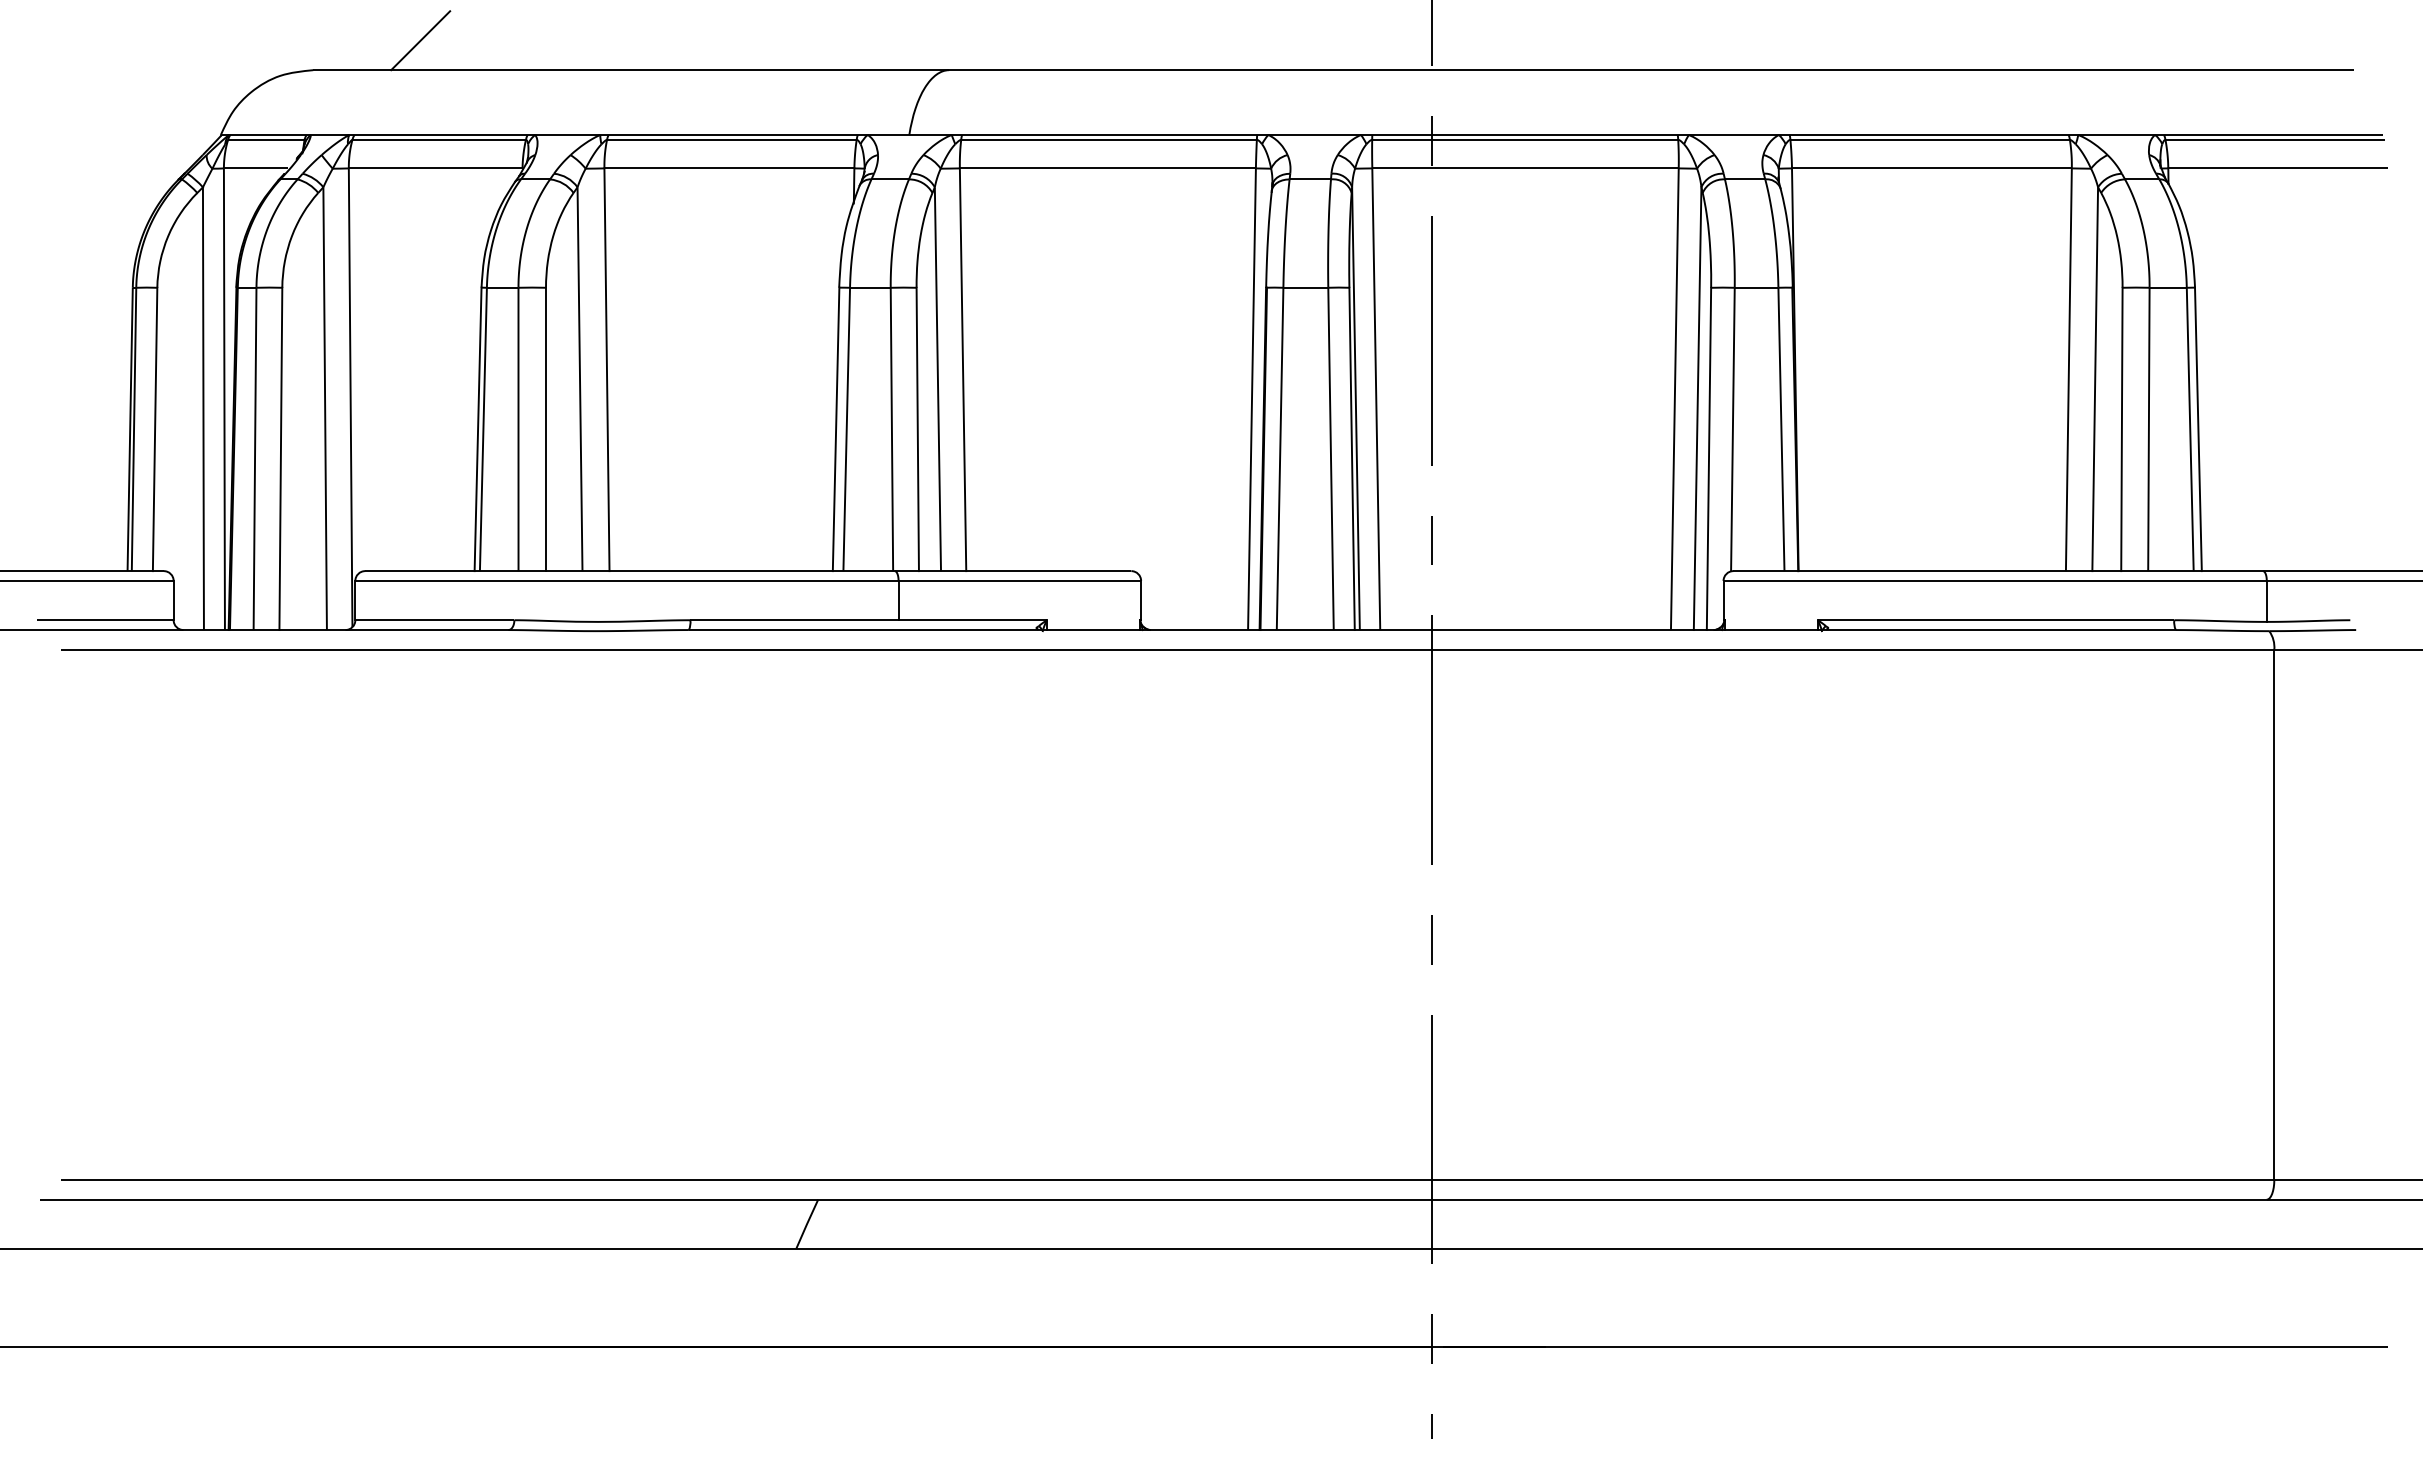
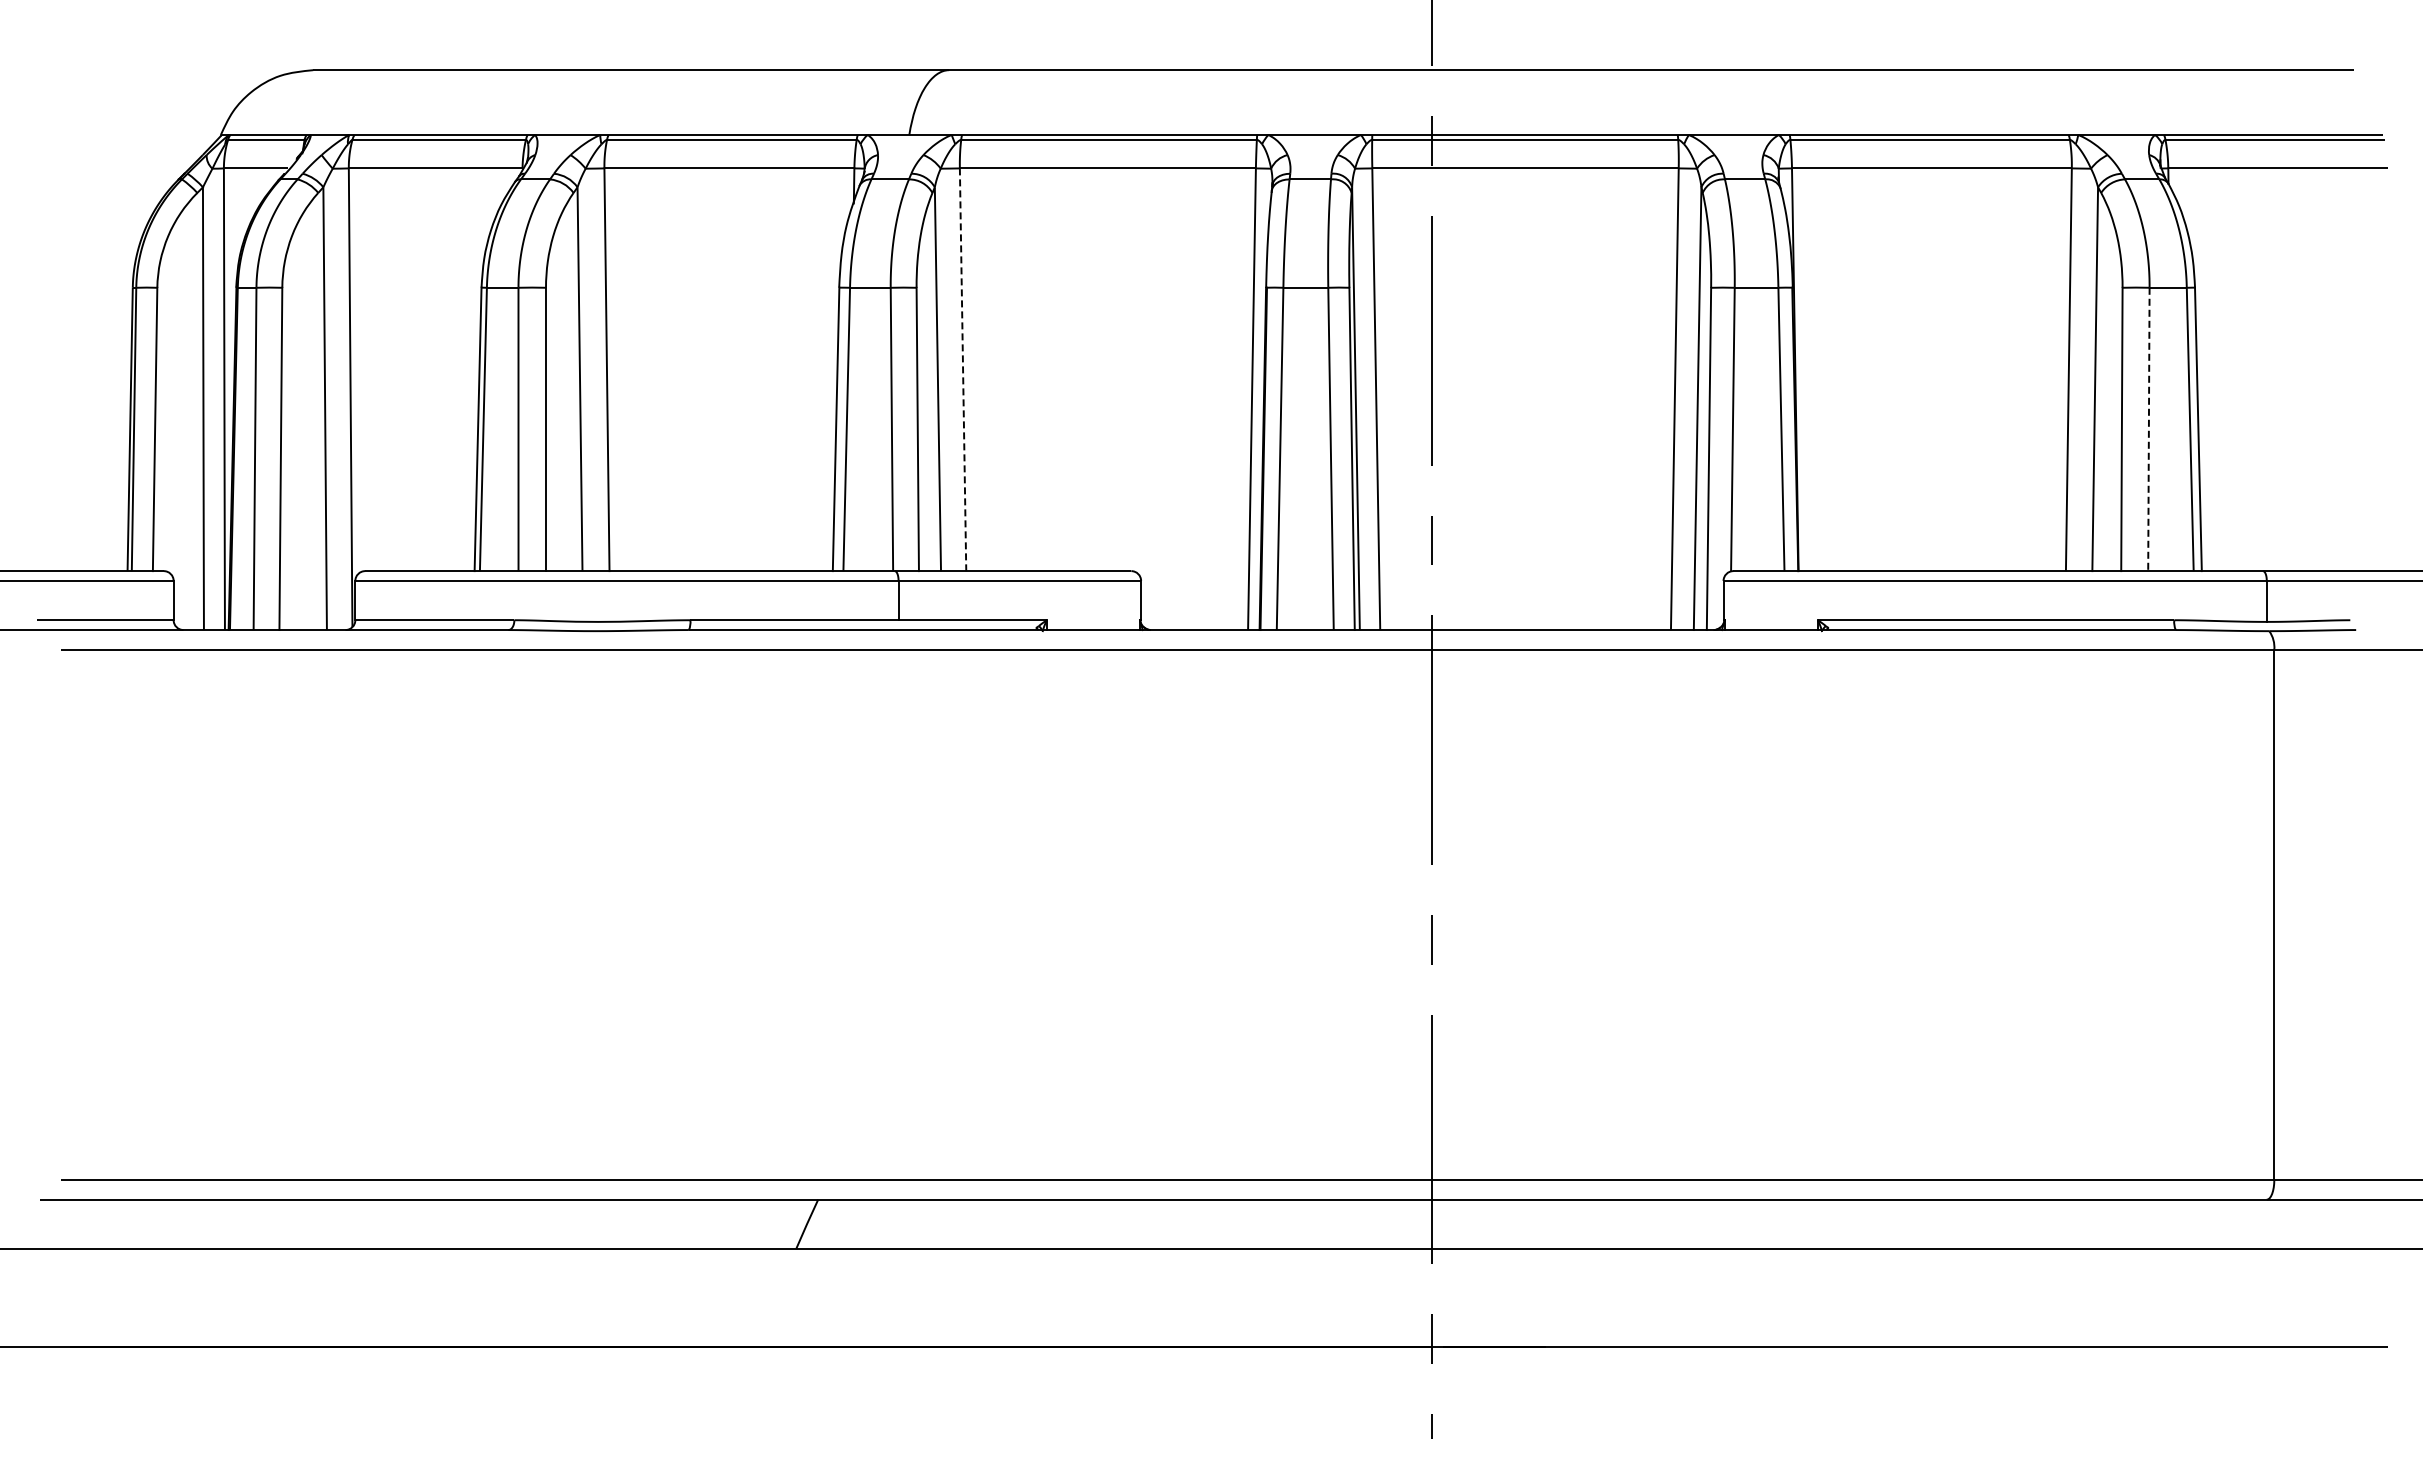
line at (420, 40): present -> none
line at (963, 370): solid -> dashed
line at (2148, 430): solid -> dashed
